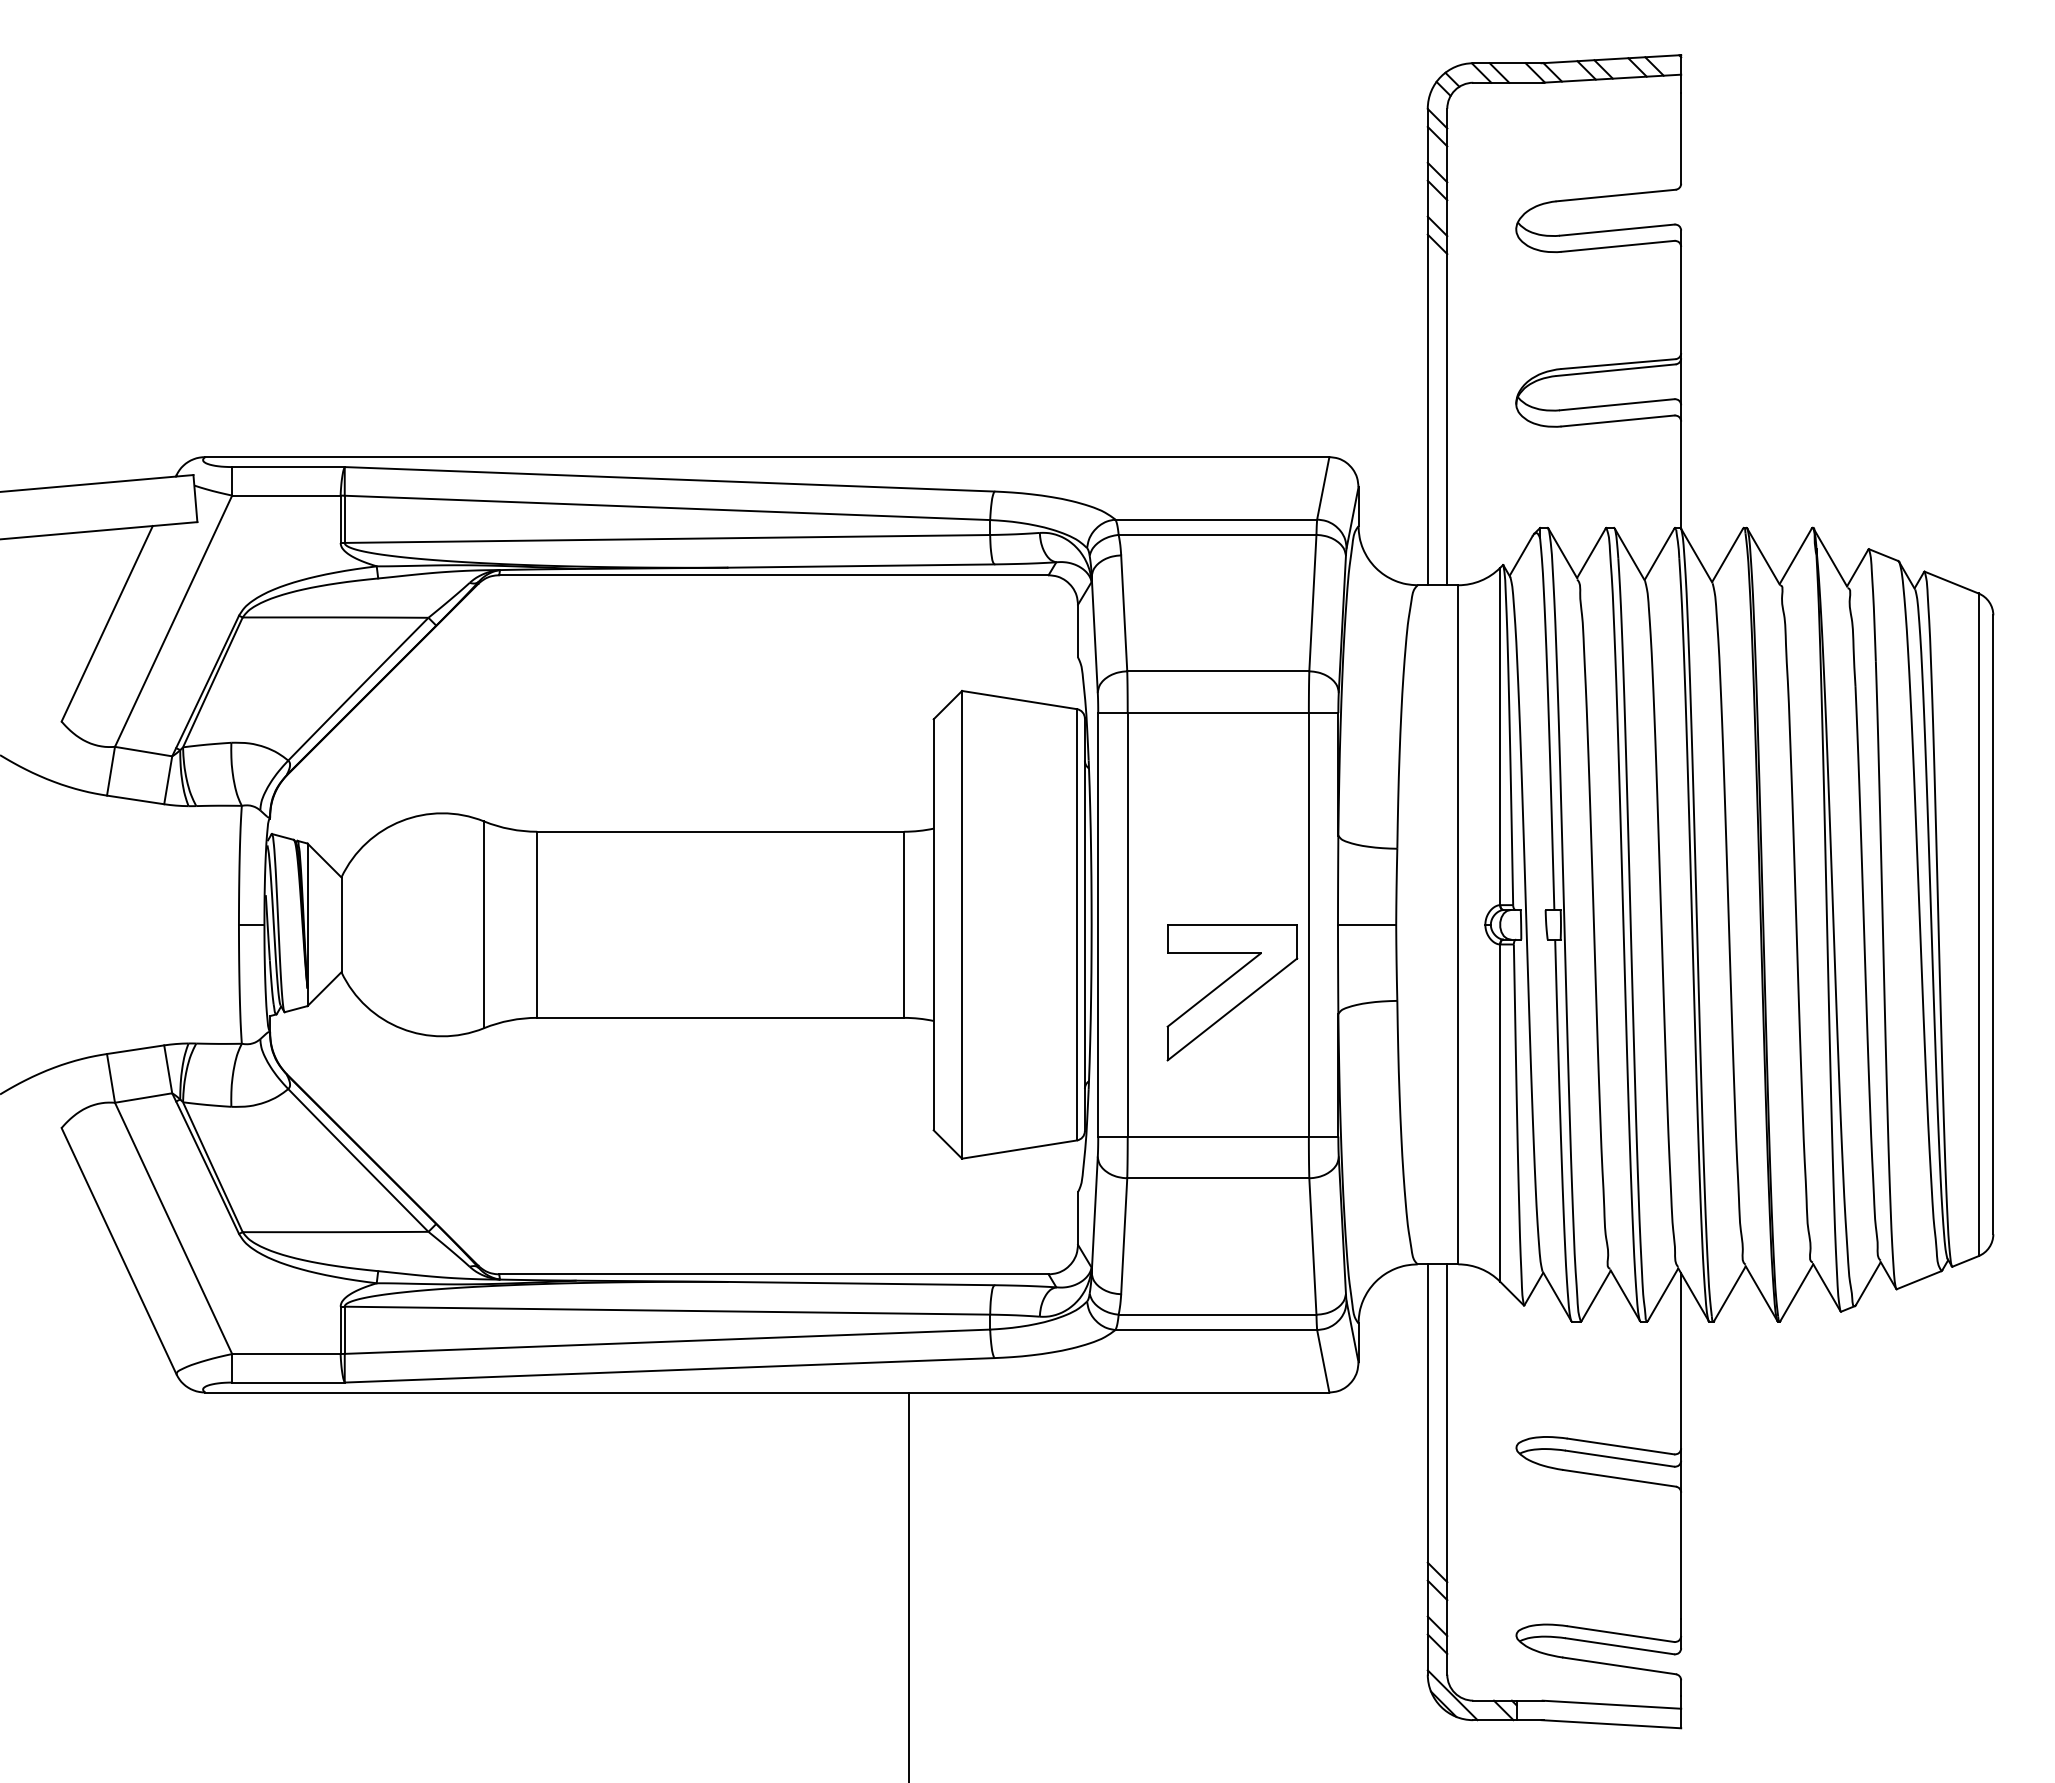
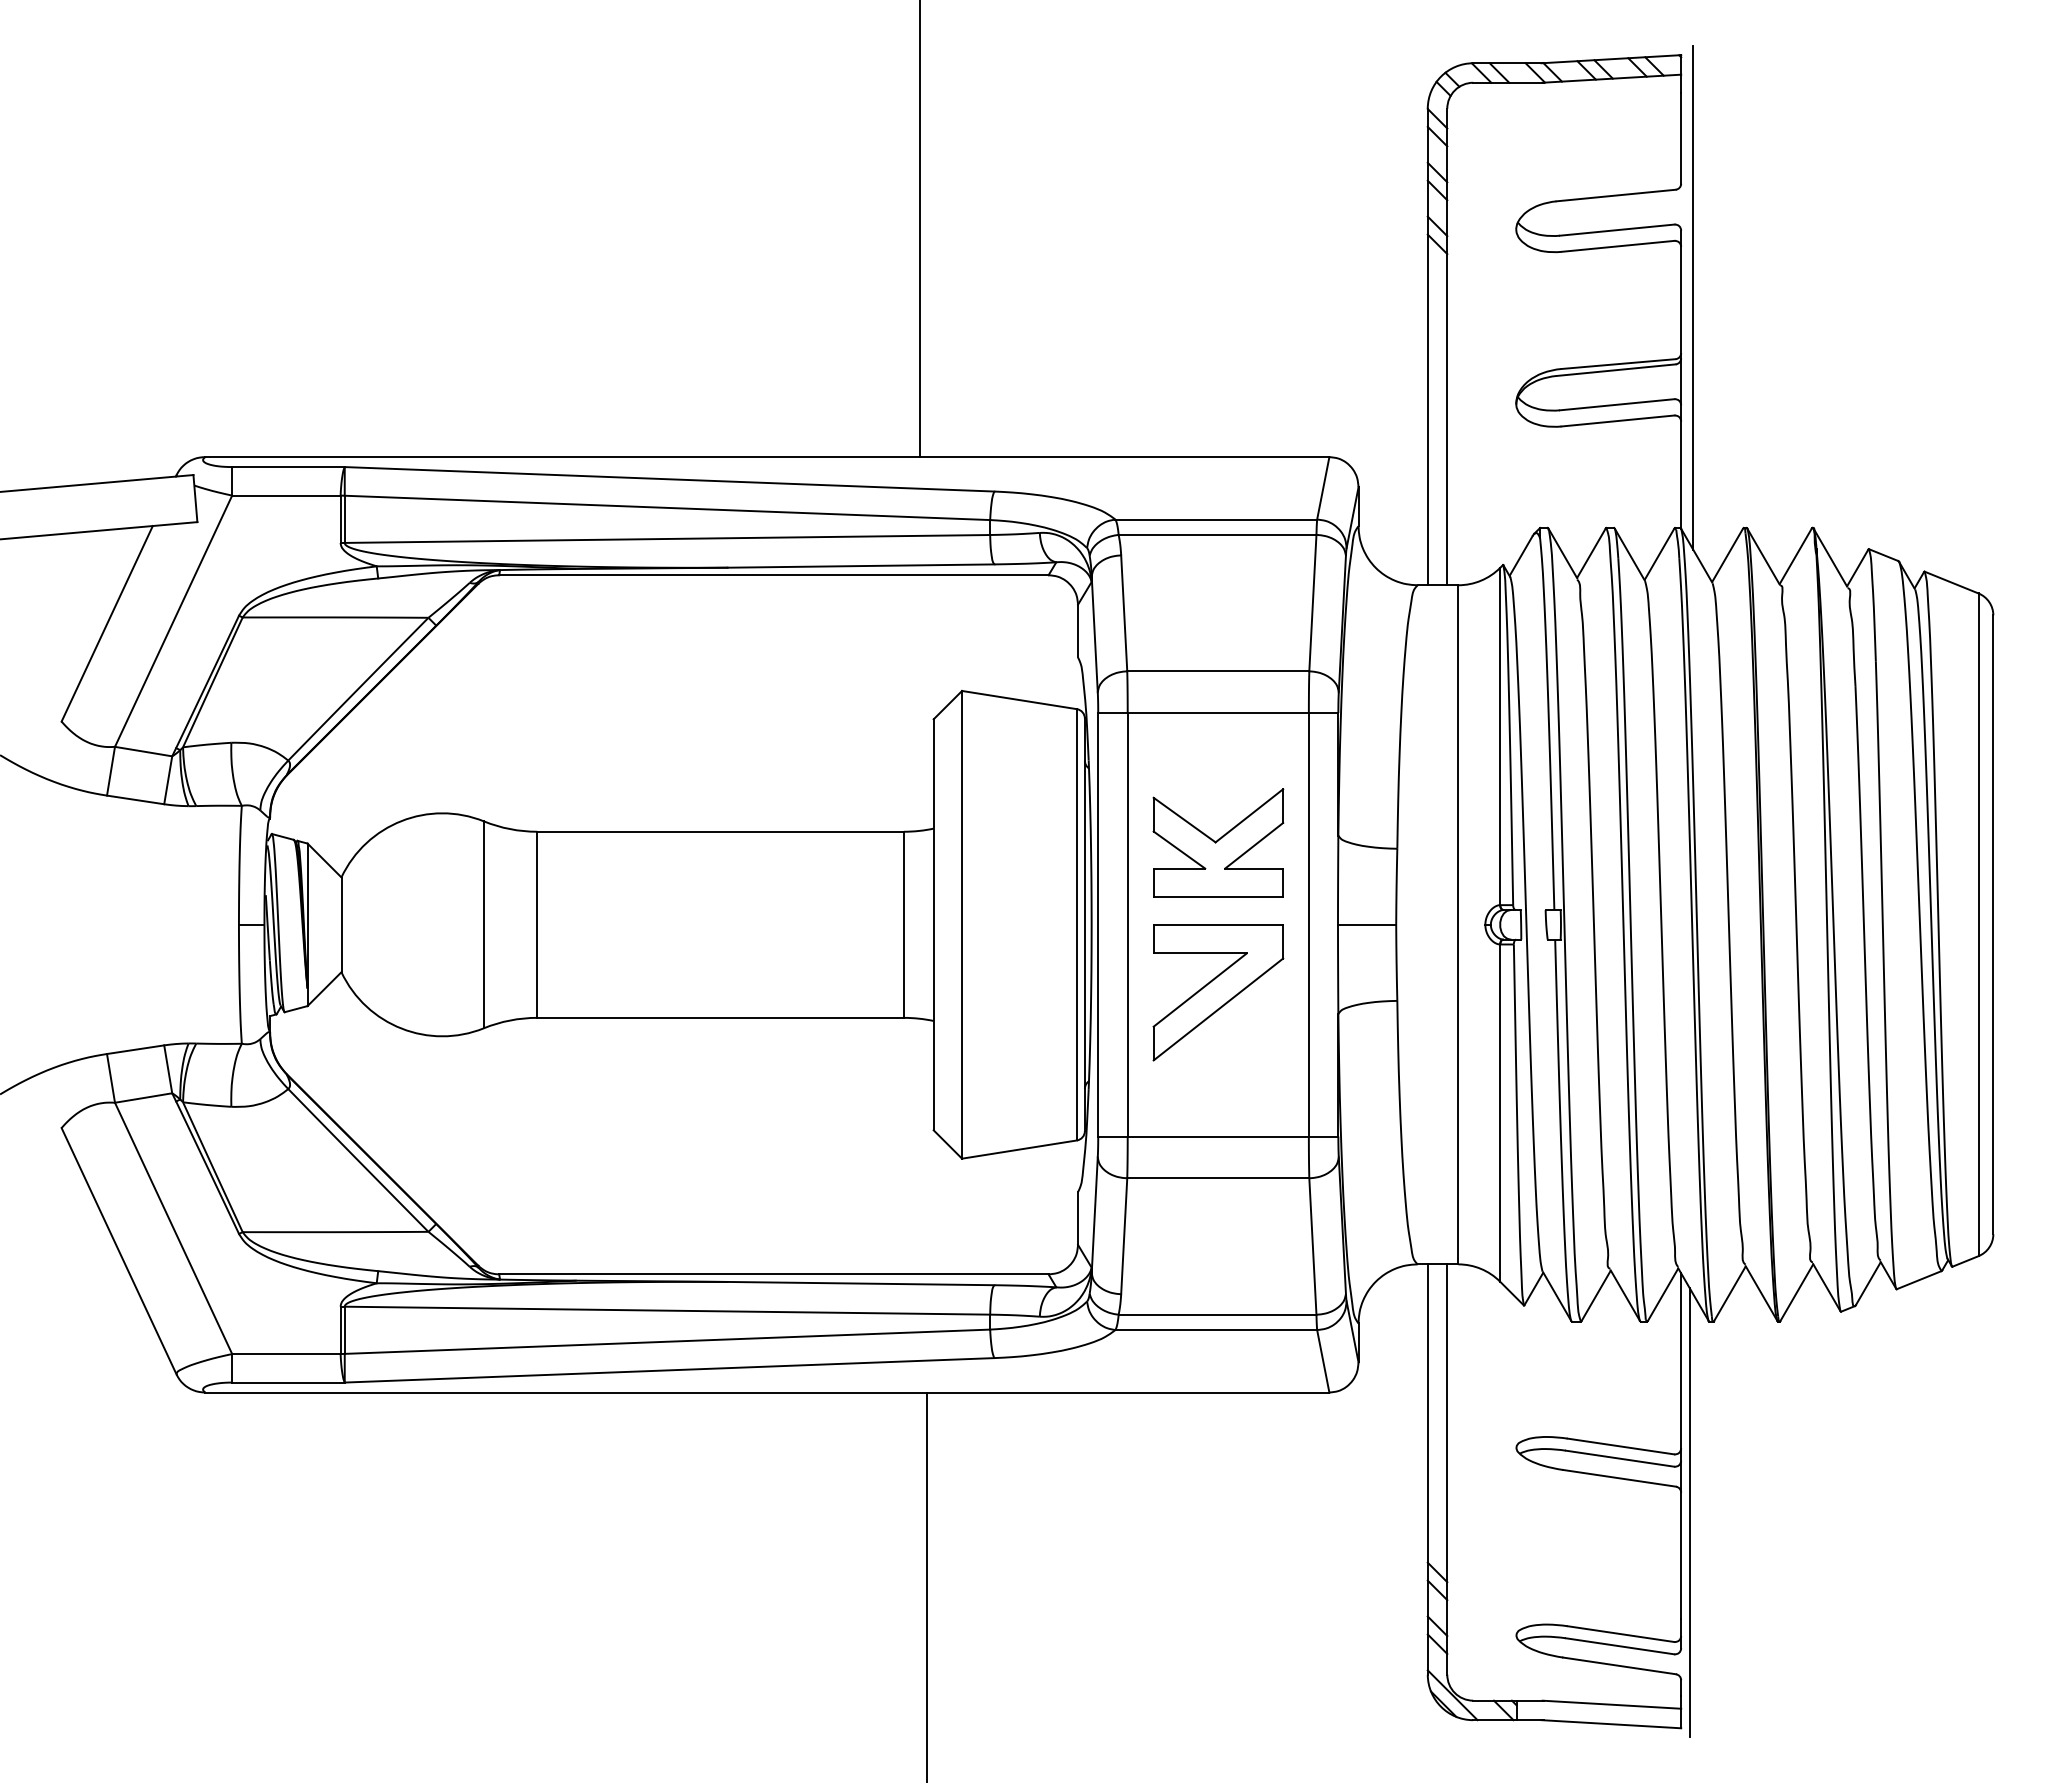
line at (919, 229): none -> present
line at (1693, 297): none -> present
part at (1218, 842): none -> present
part at (1232, 992) position: (1232, 992) -> (1218, 992)
line at (1689, 1512): none -> present
line at (908, 1585) position: (908, 1585) -> (926, 1585)
